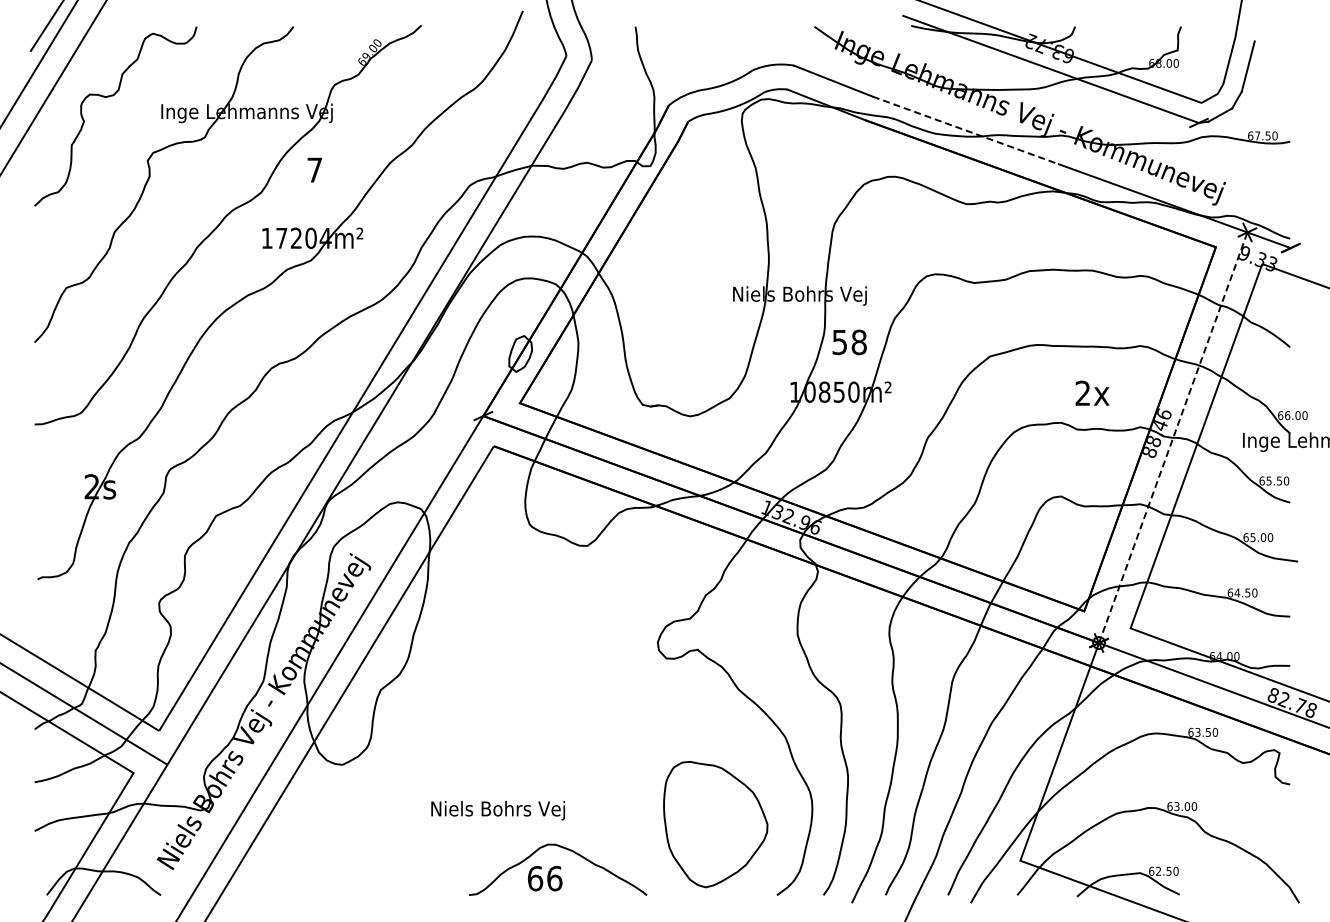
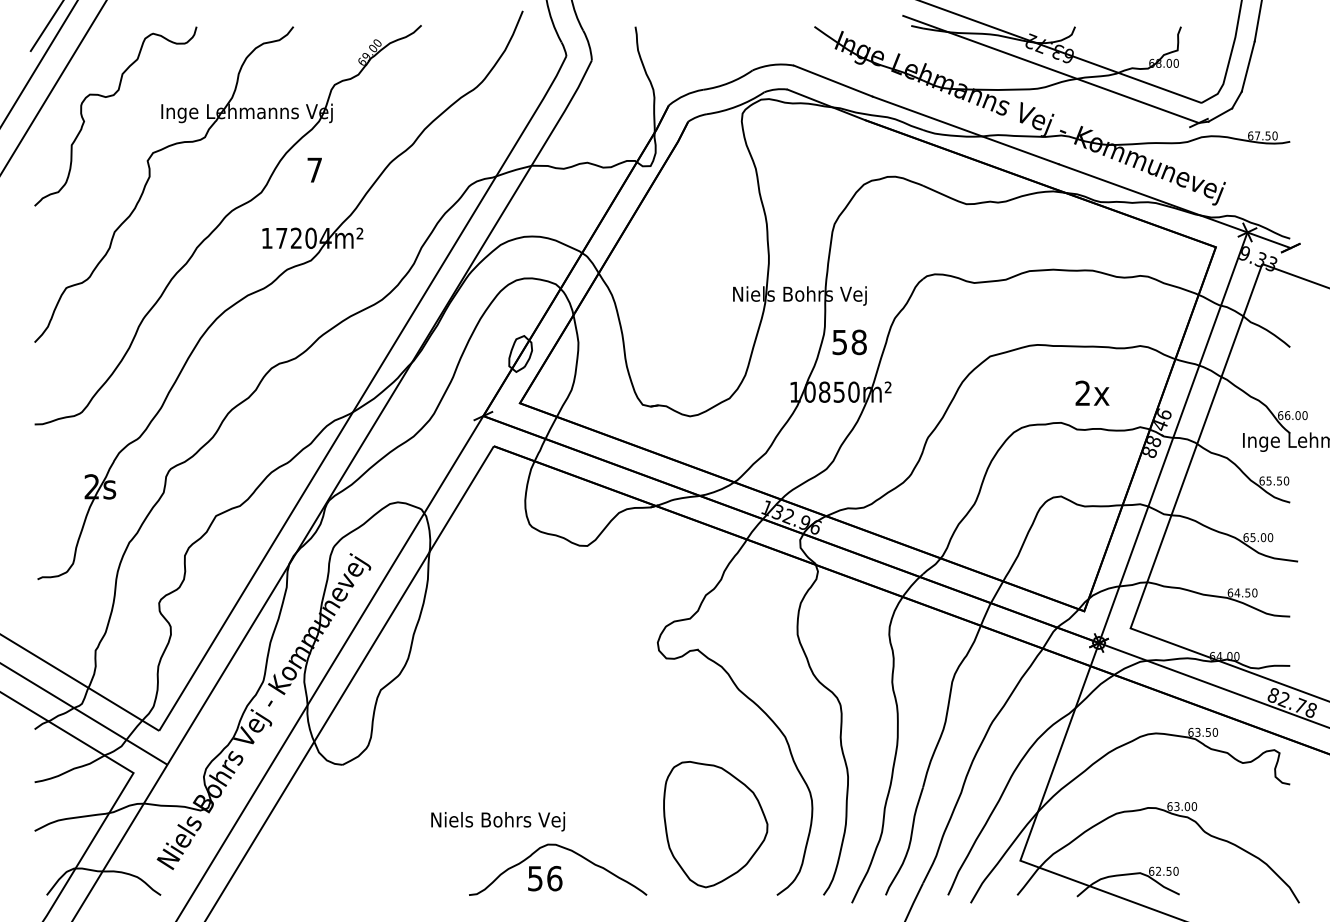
line at (1257, 21): none -> present
line at (965, 130): dashed -> solid
line at (1173, 437): dashed -> solid
text at (497, 810) position: (497, 810) -> (497, 821)
text at (535, 878): 66 -> 56
